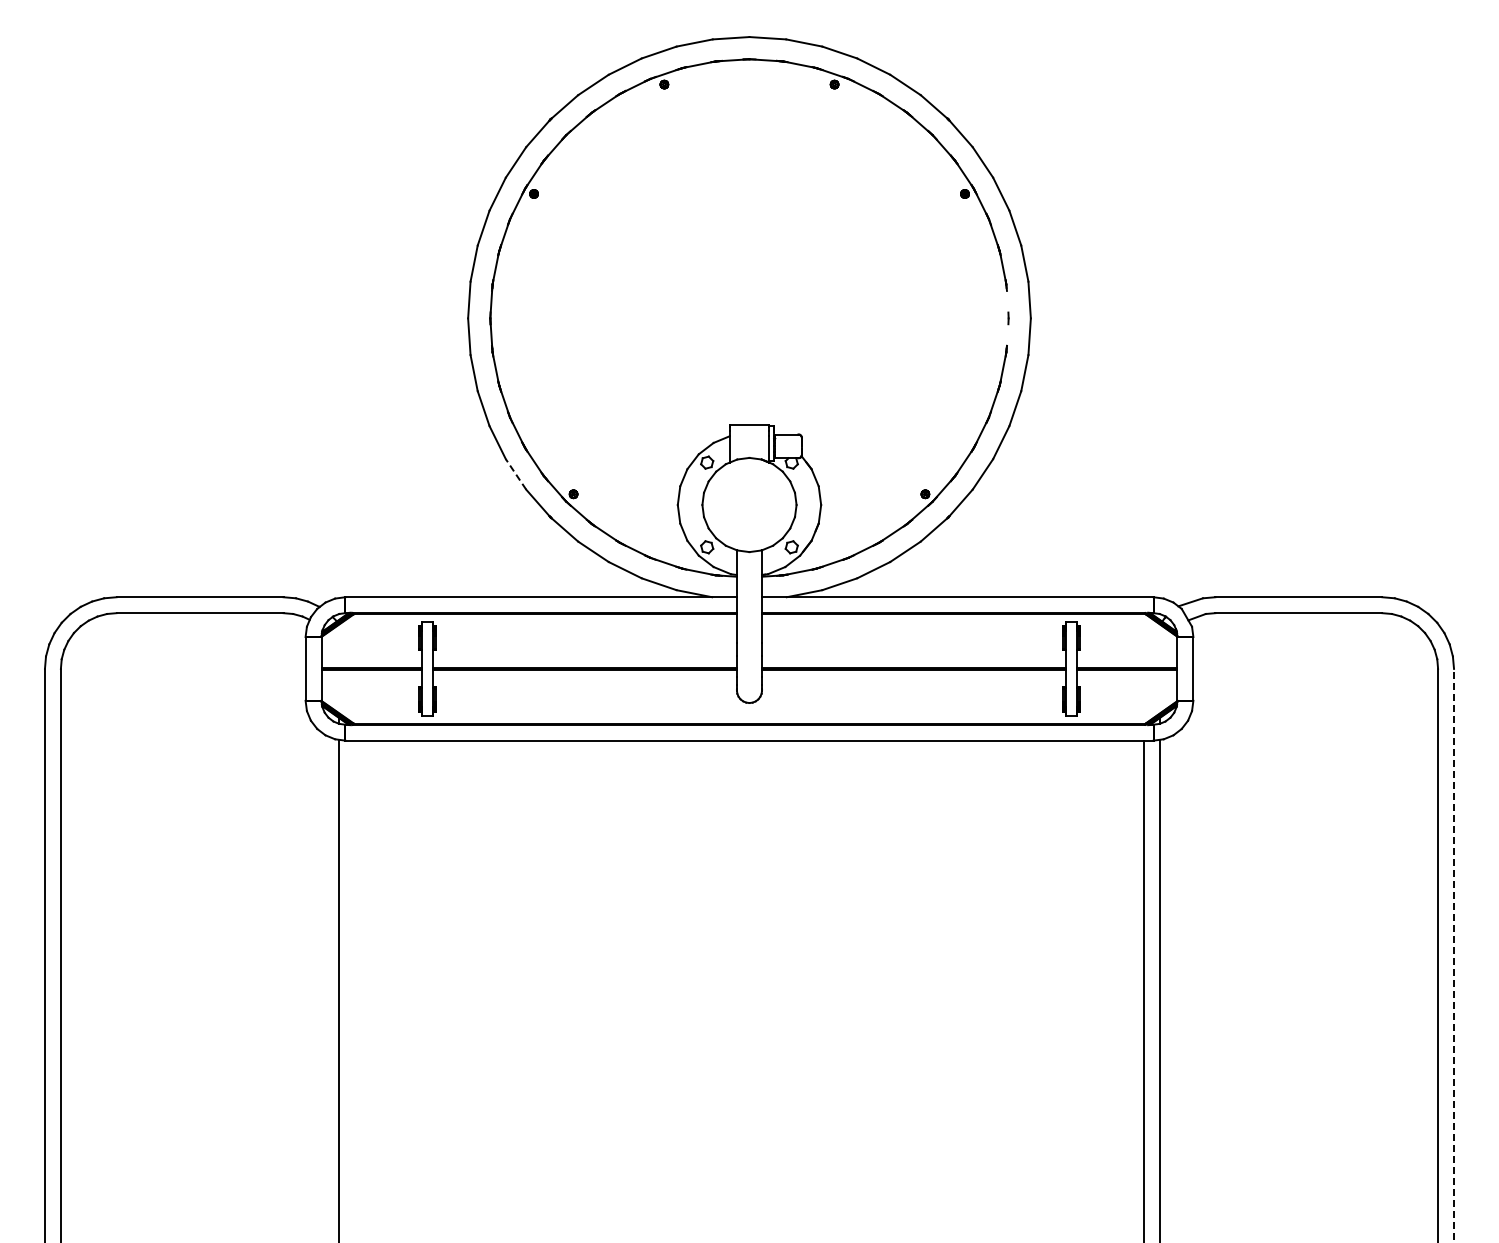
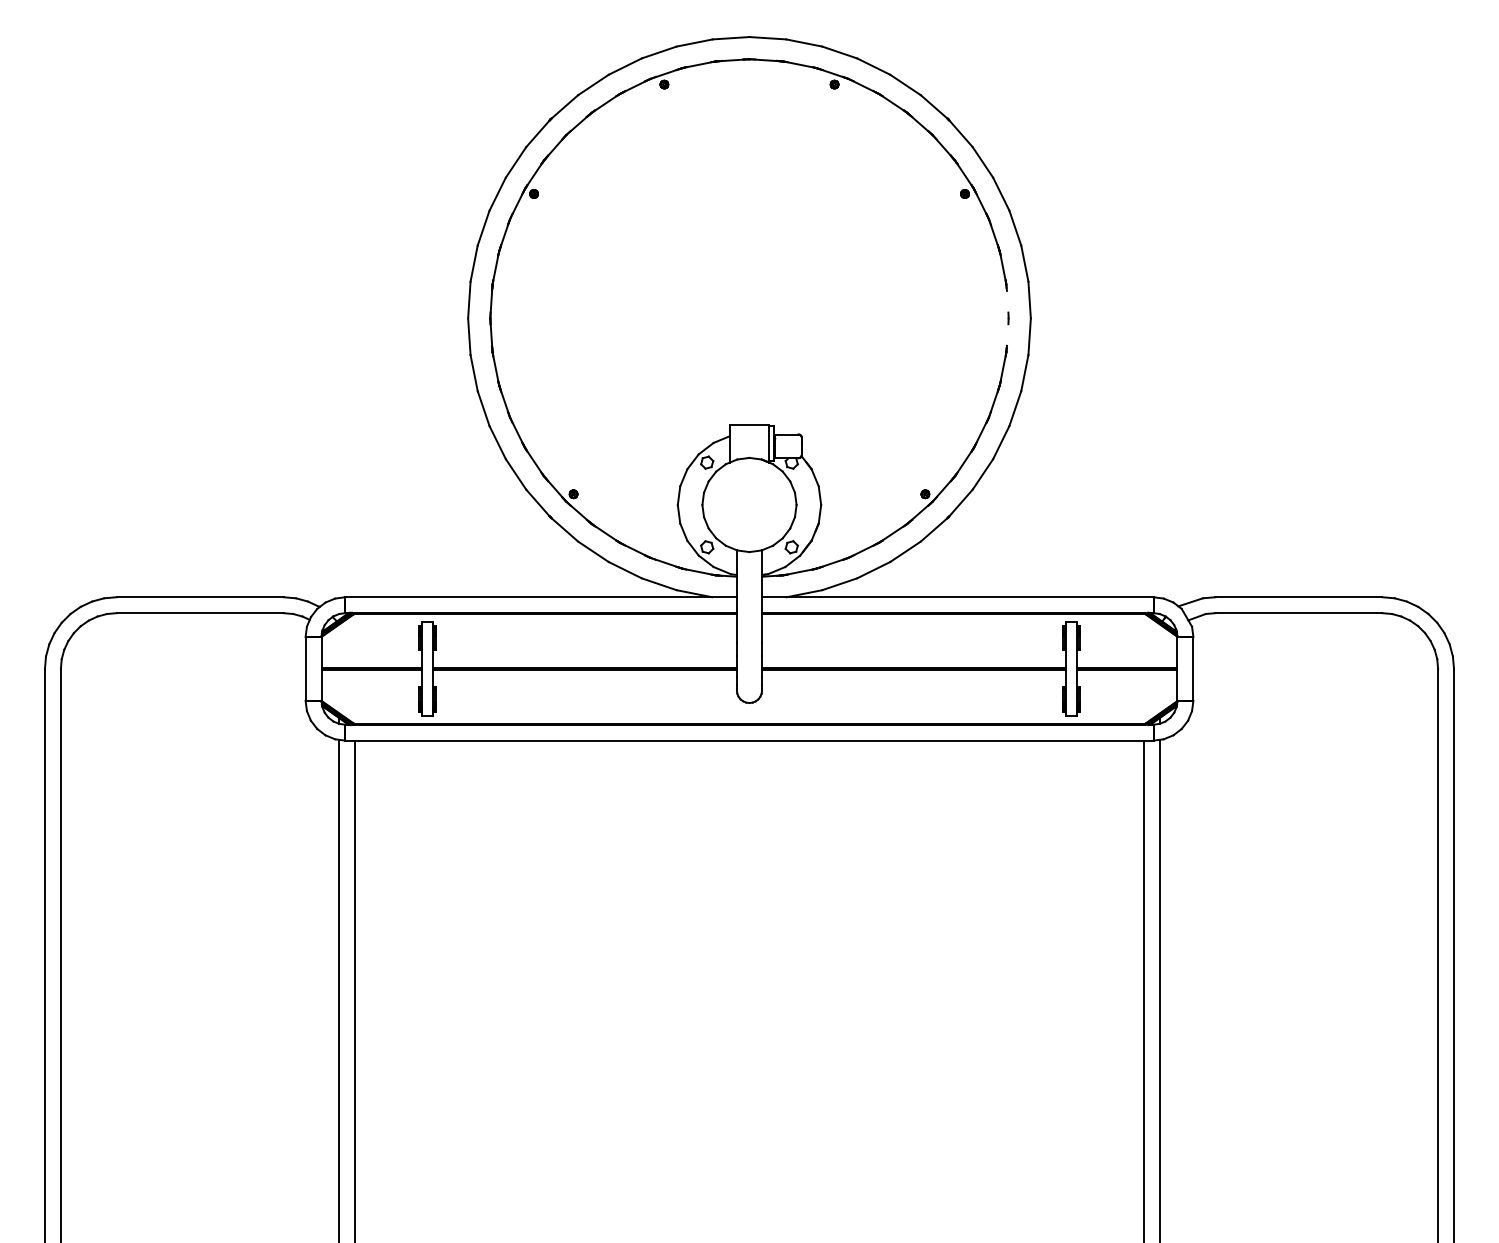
line at (515, 473): dashed -> solid
line at (1454, 955): dashed -> solid
line at (355, 989): none -> present
